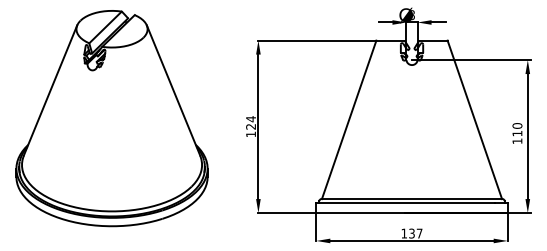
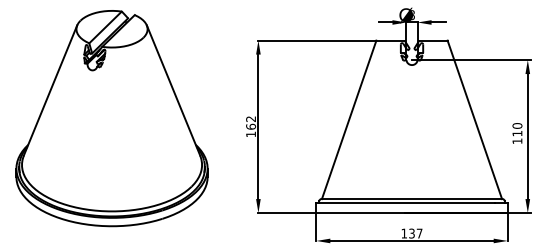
text at (251, 122): 124 -> 162
